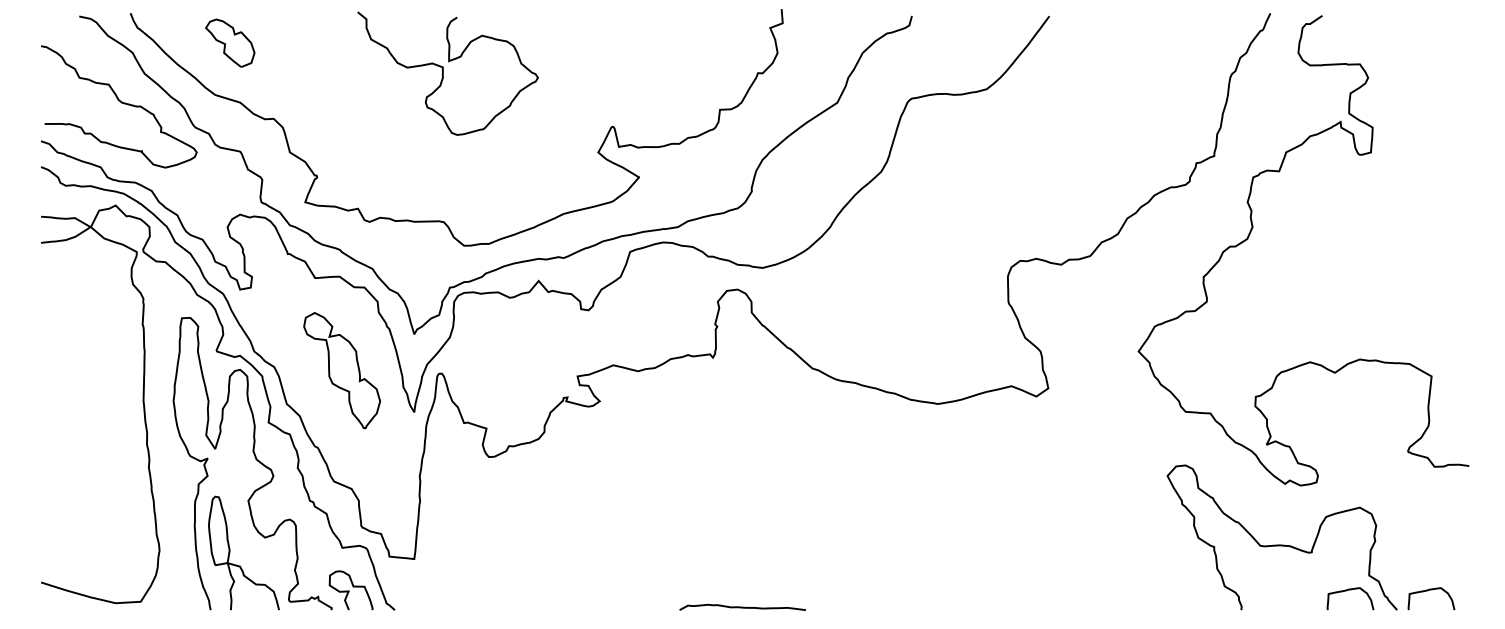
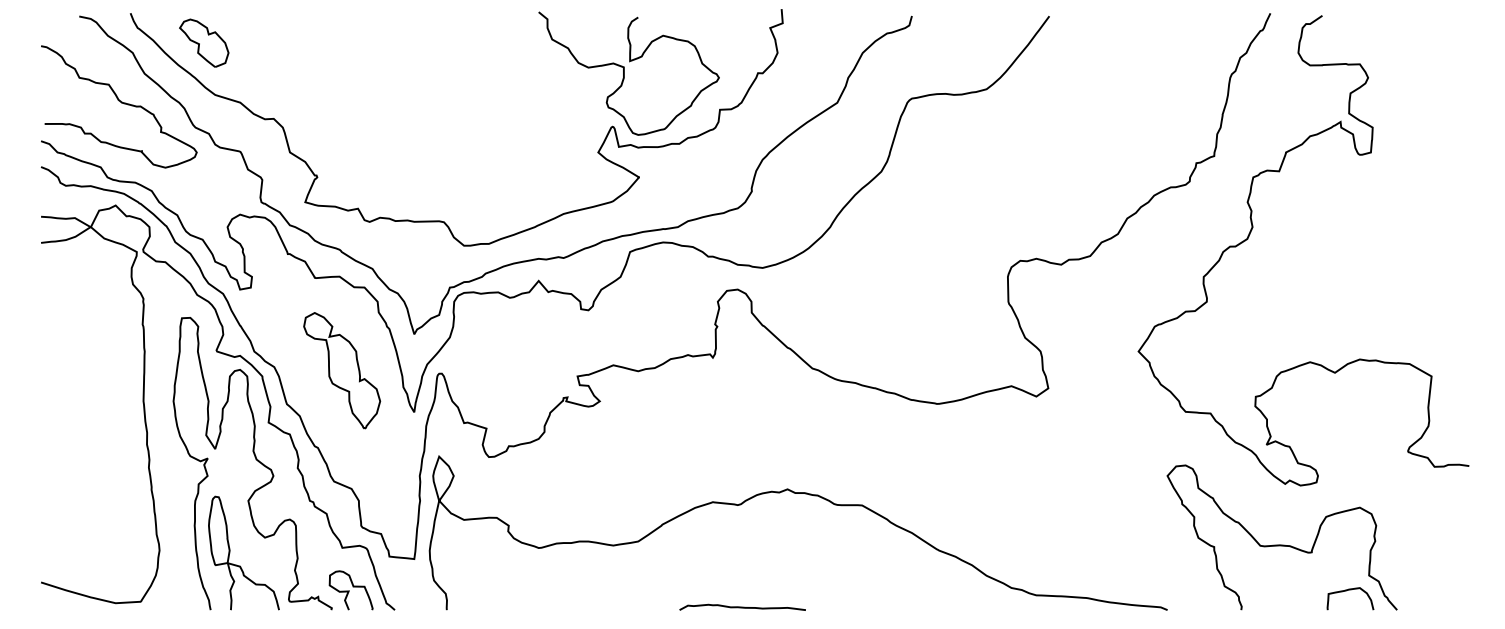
part at (230, 42) position: (230, 42) -> (204, 42)
curve at (443, 73) position: (443, 73) -> (624, 73)
curve at (805, 494): none -> present
curve at (1431, 590): present -> none
